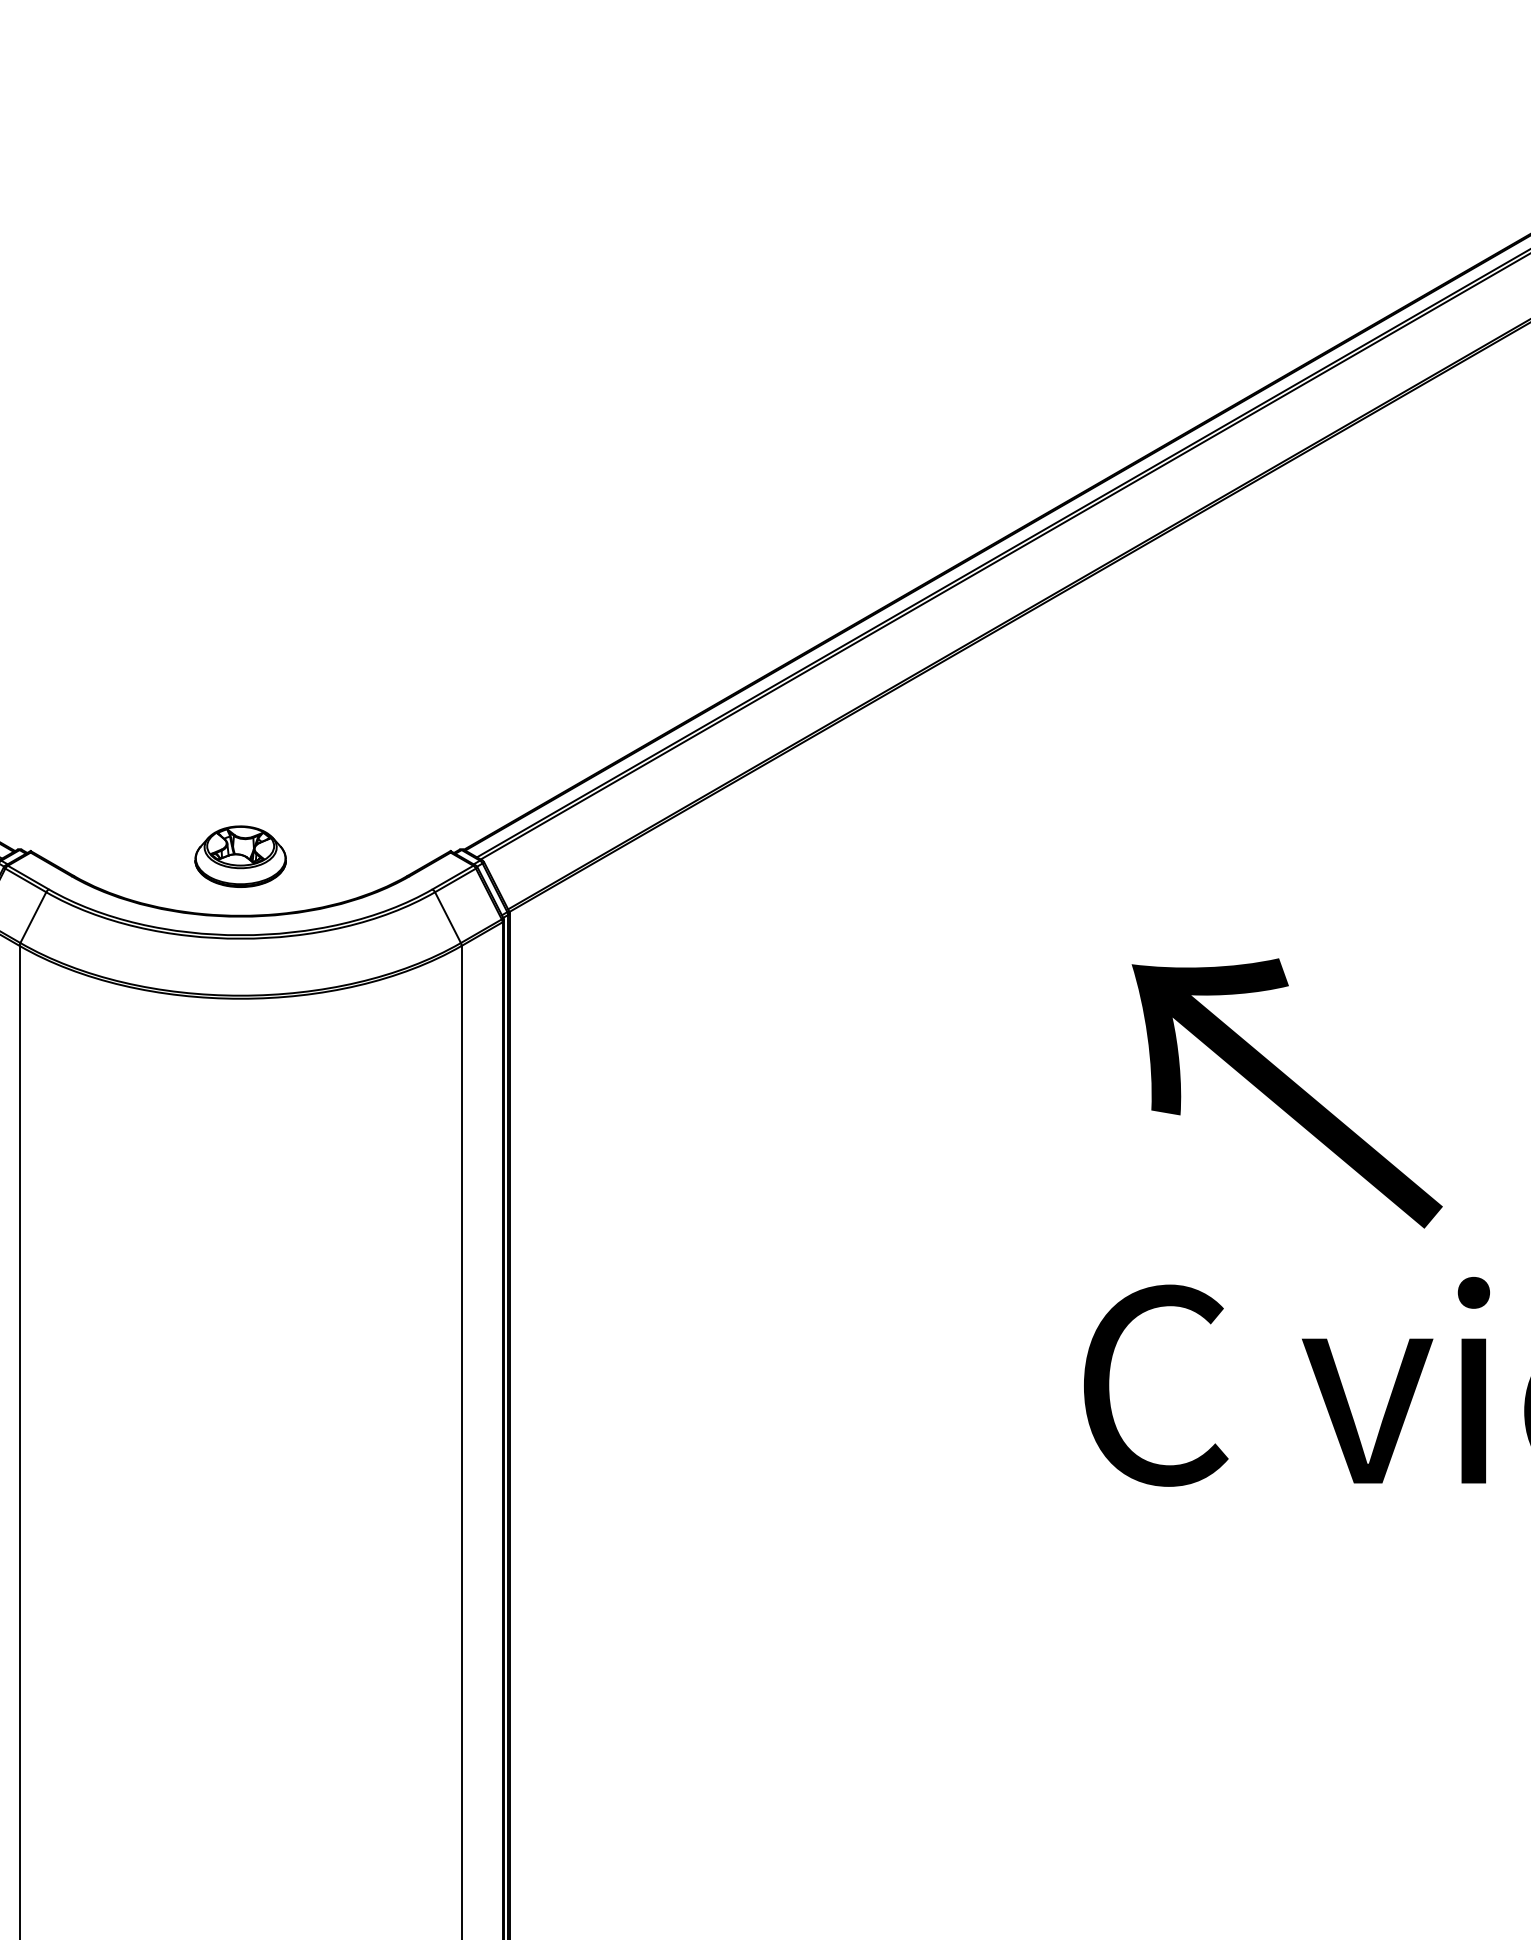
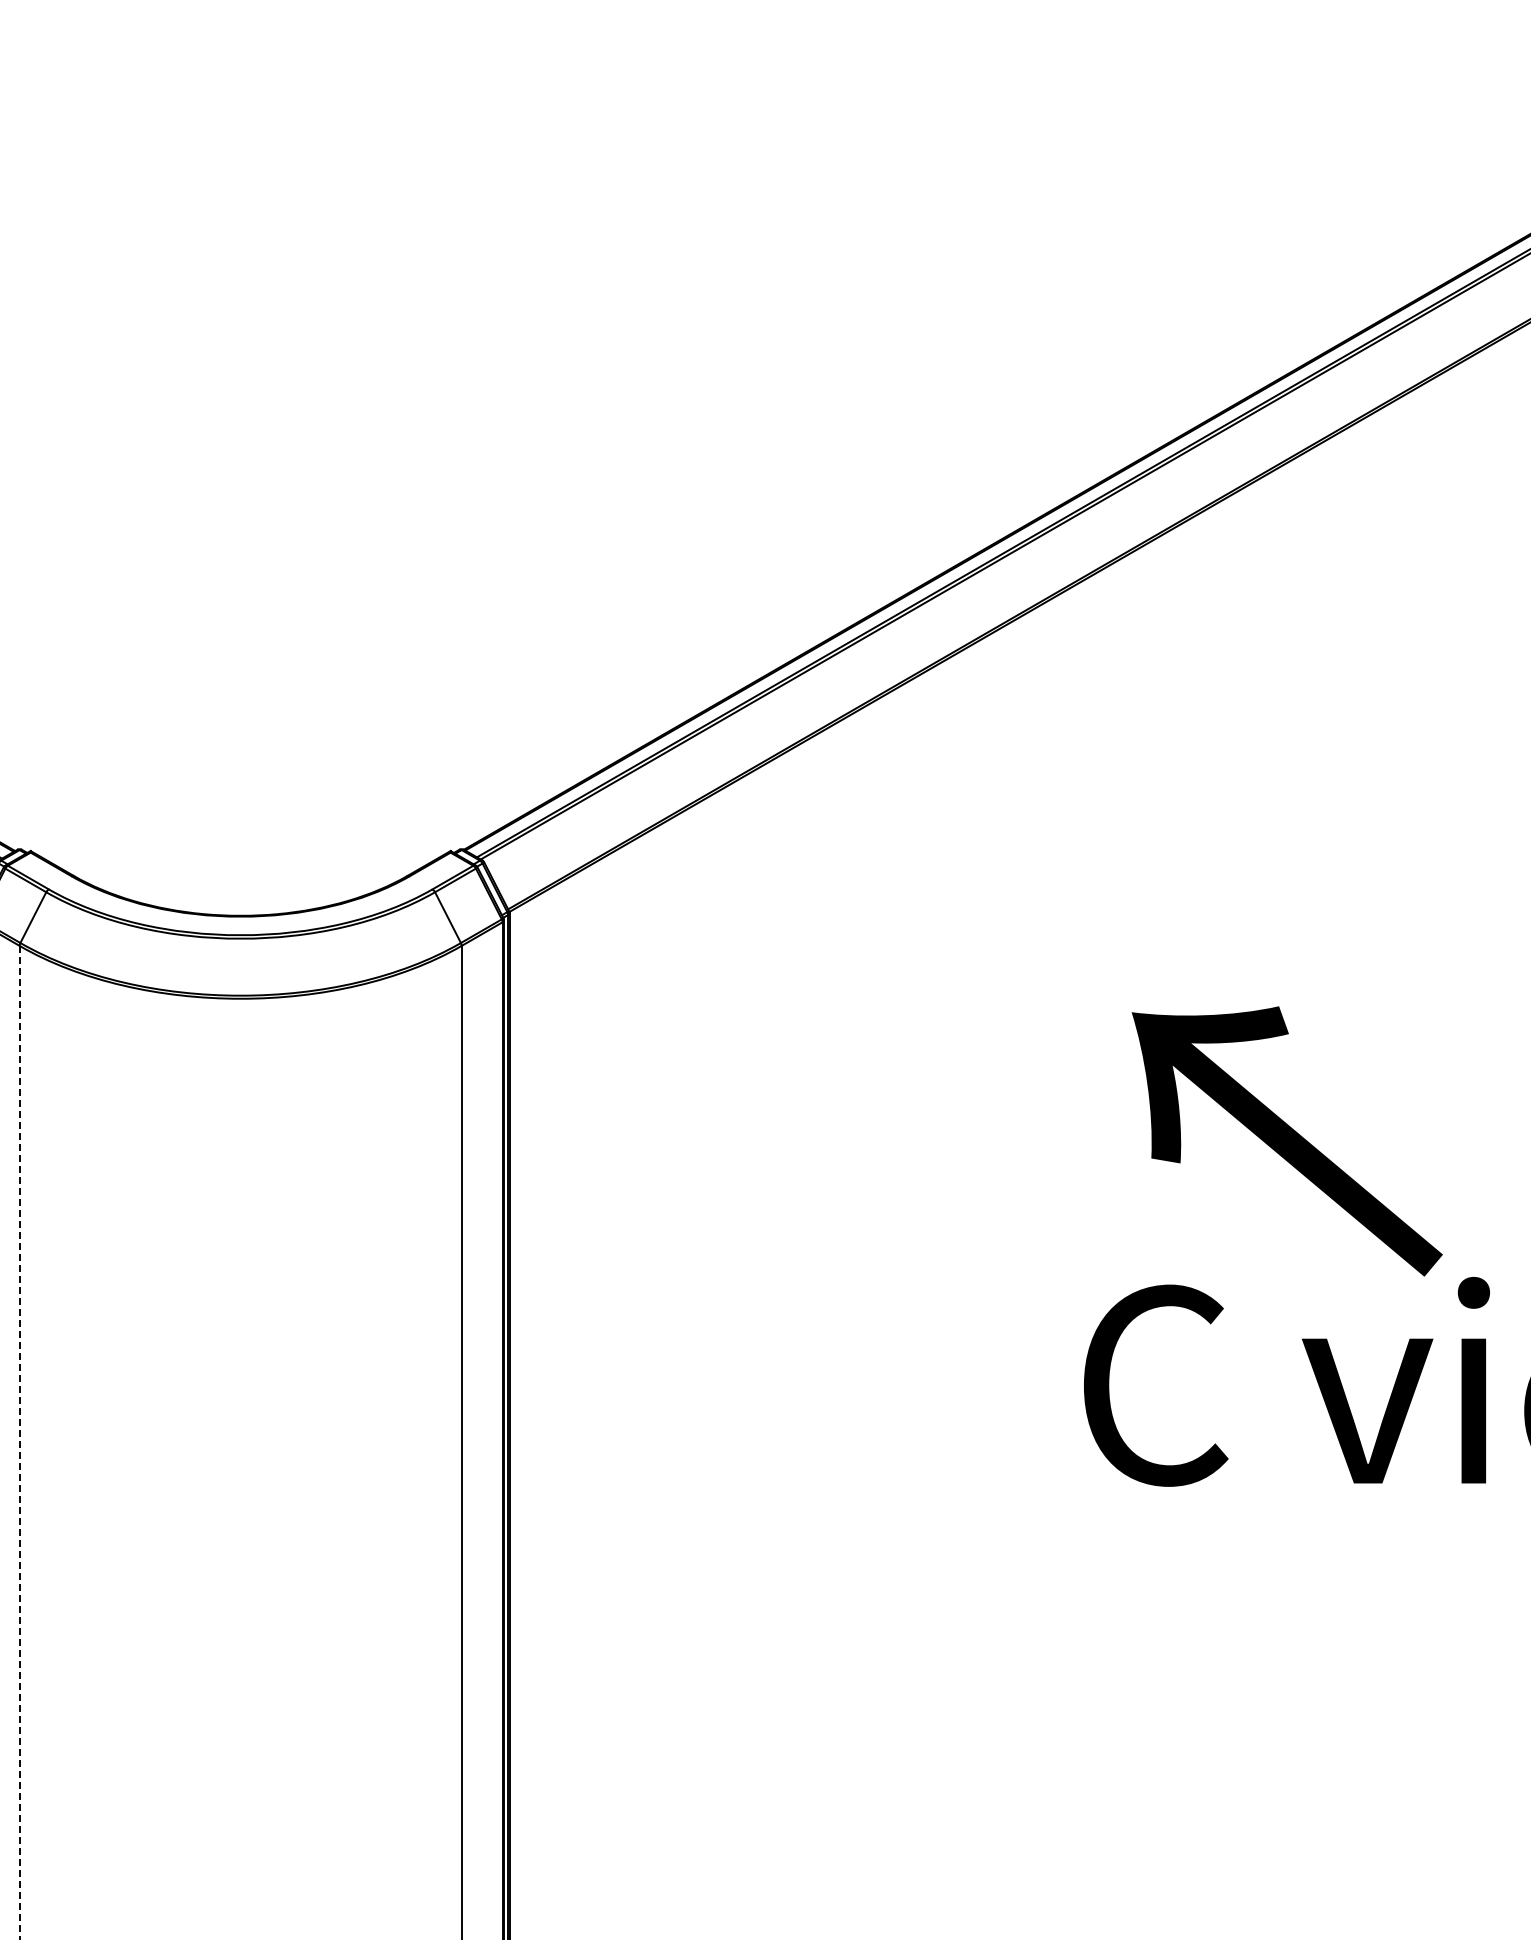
part at (240, 856): present -> none
text at (1286, 1093) position: (1286, 1093) -> (1286, 1141)
line at (19, 1442): solid -> dashed
